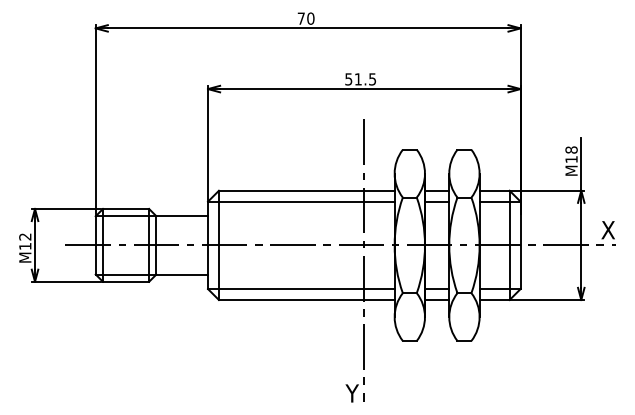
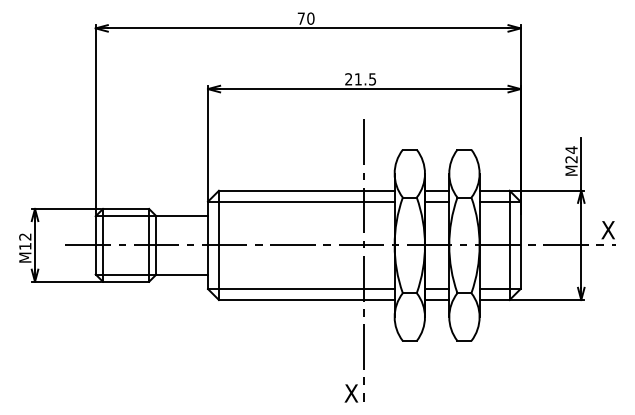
text at (348, 79): 51.5 -> 21.5
text at (571, 154): M18 -> M24
text at (351, 393): Y -> X
